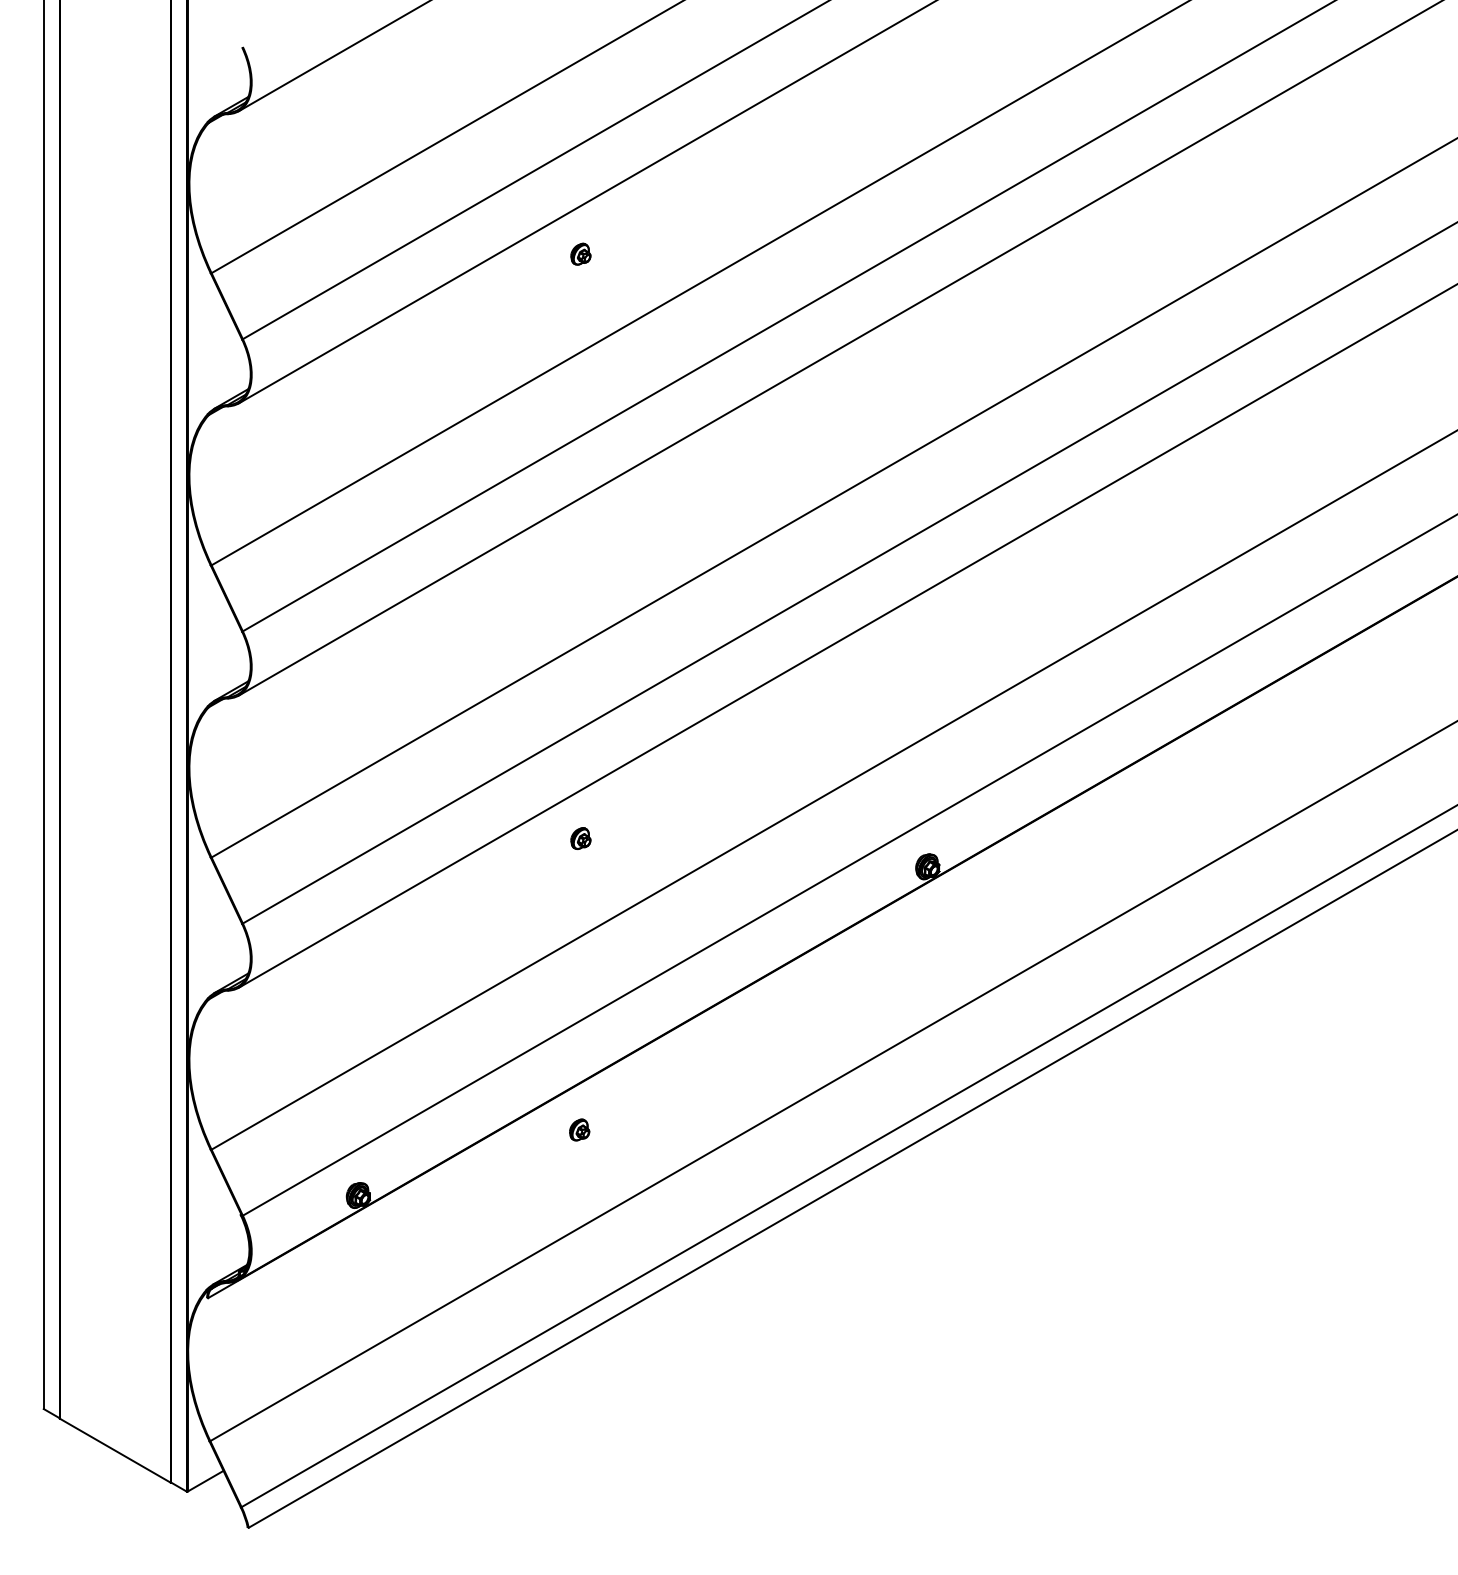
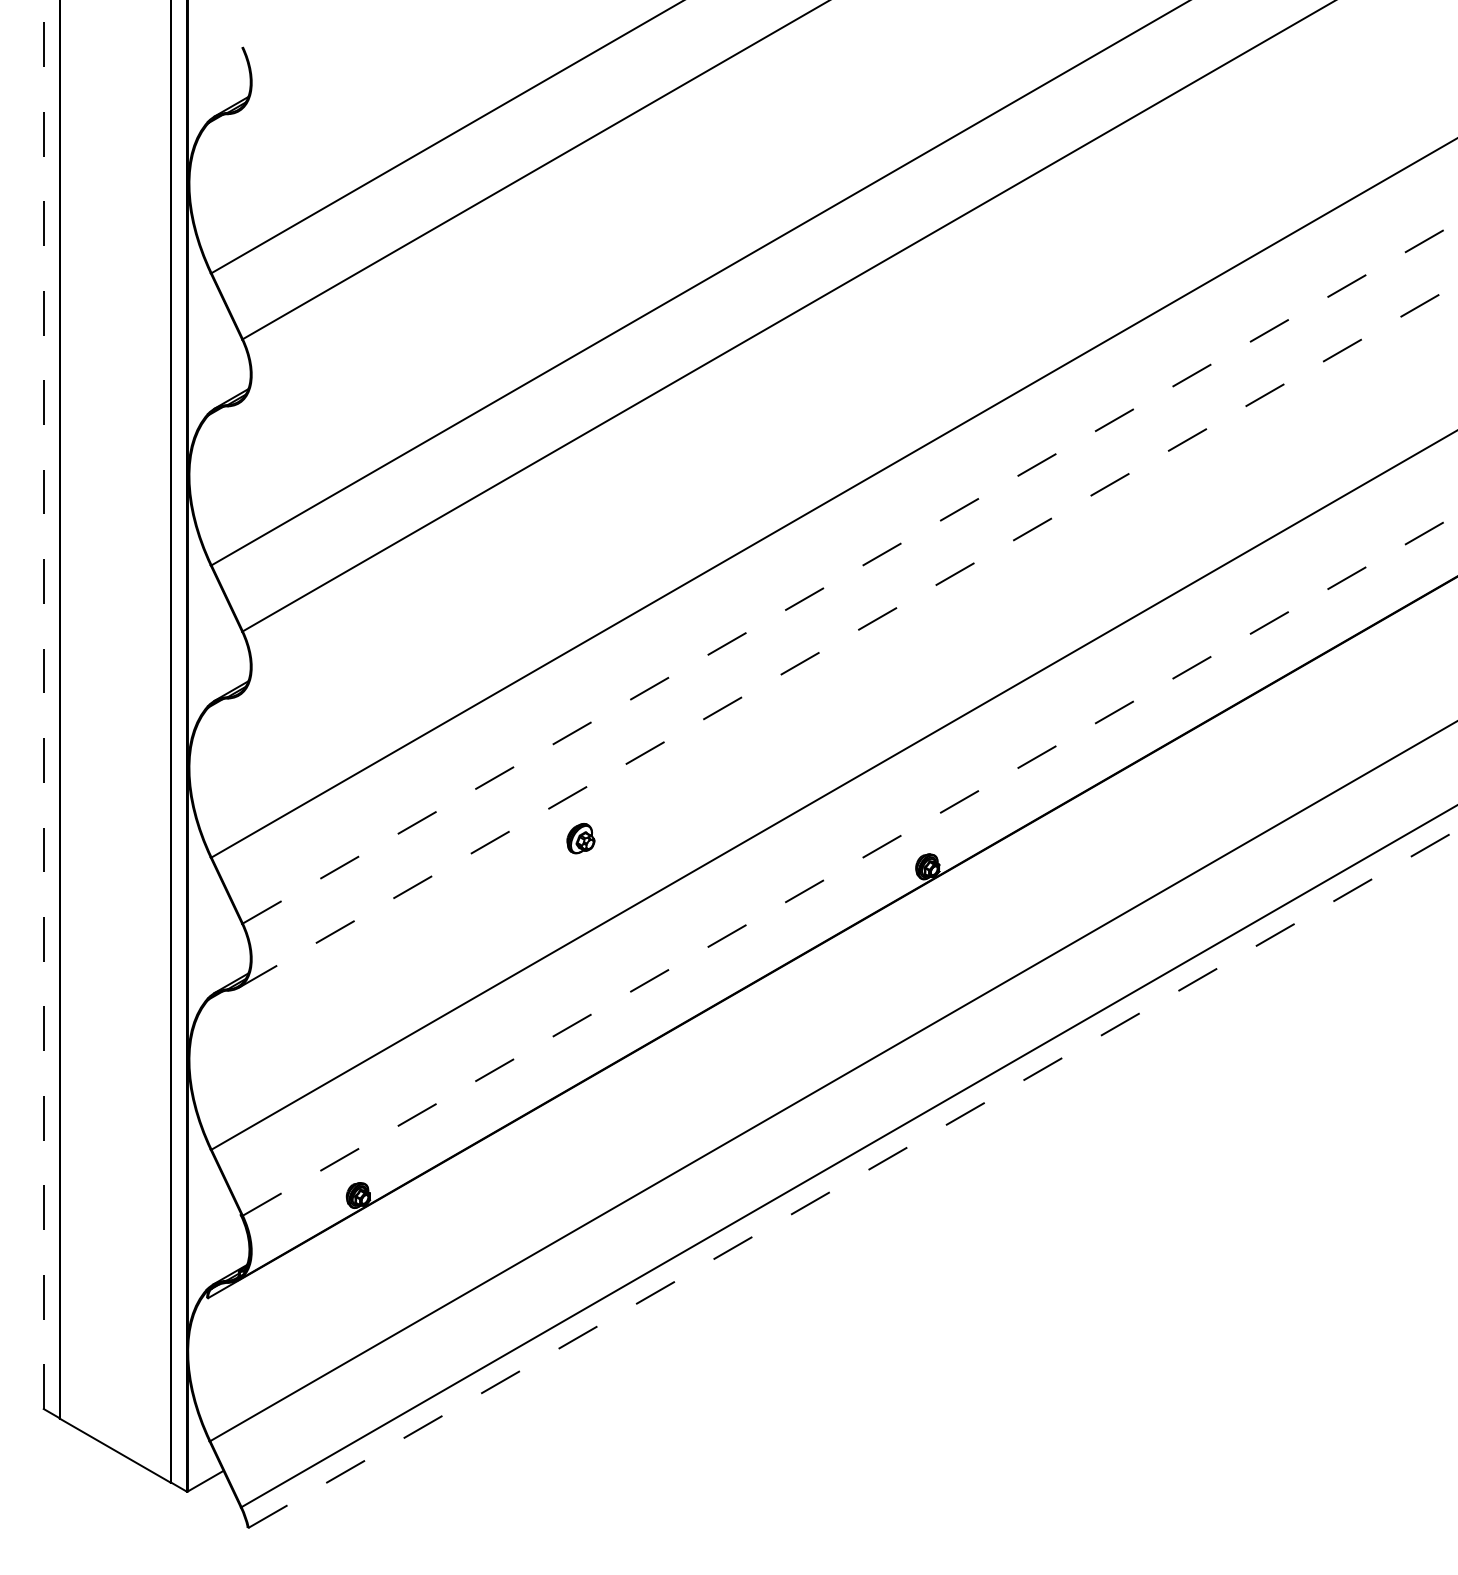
line at (332, 56): present -> none
line at (585, 202): present -> none
part at (580, 253): present -> none
line at (839, 348): present -> none
line at (850, 572): solid -> dashed
line at (848, 635): solid -> dashed
line at (43, 704): solid -> dashed
part at (580, 838) size: 22x23 px -> 30x32 px
line at (850, 864): solid -> dashed
part at (579, 1129): present -> none
line at (853, 1178): solid -> dashed
